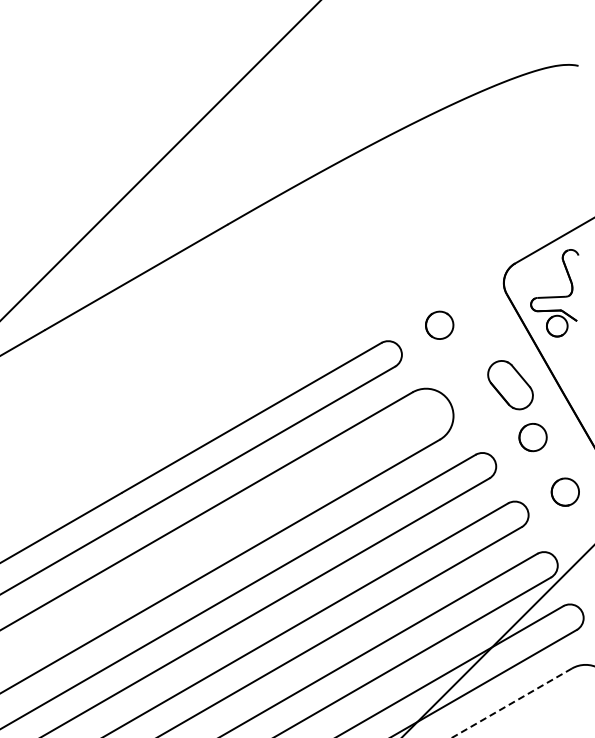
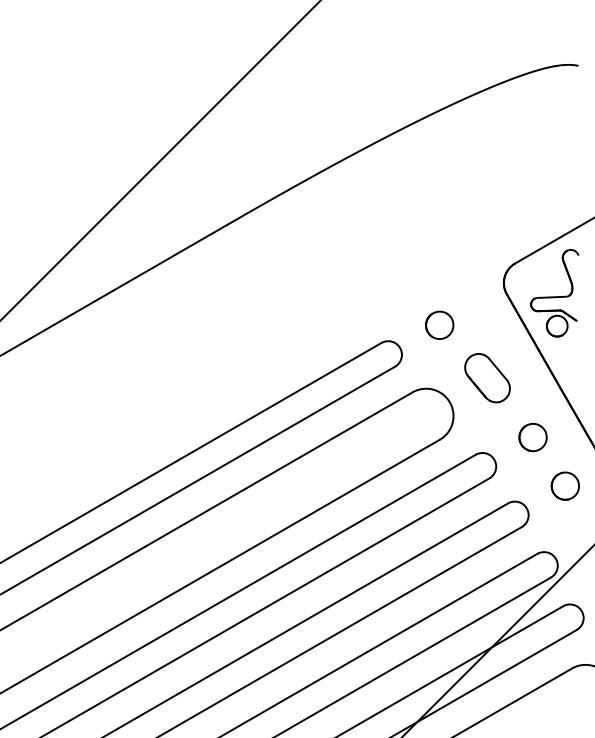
part at (510, 385) position: (510, 385) -> (487, 378)
part at (564, 491) position: (564, 491) -> (564, 485)
line at (512, 703): dashed -> solid
